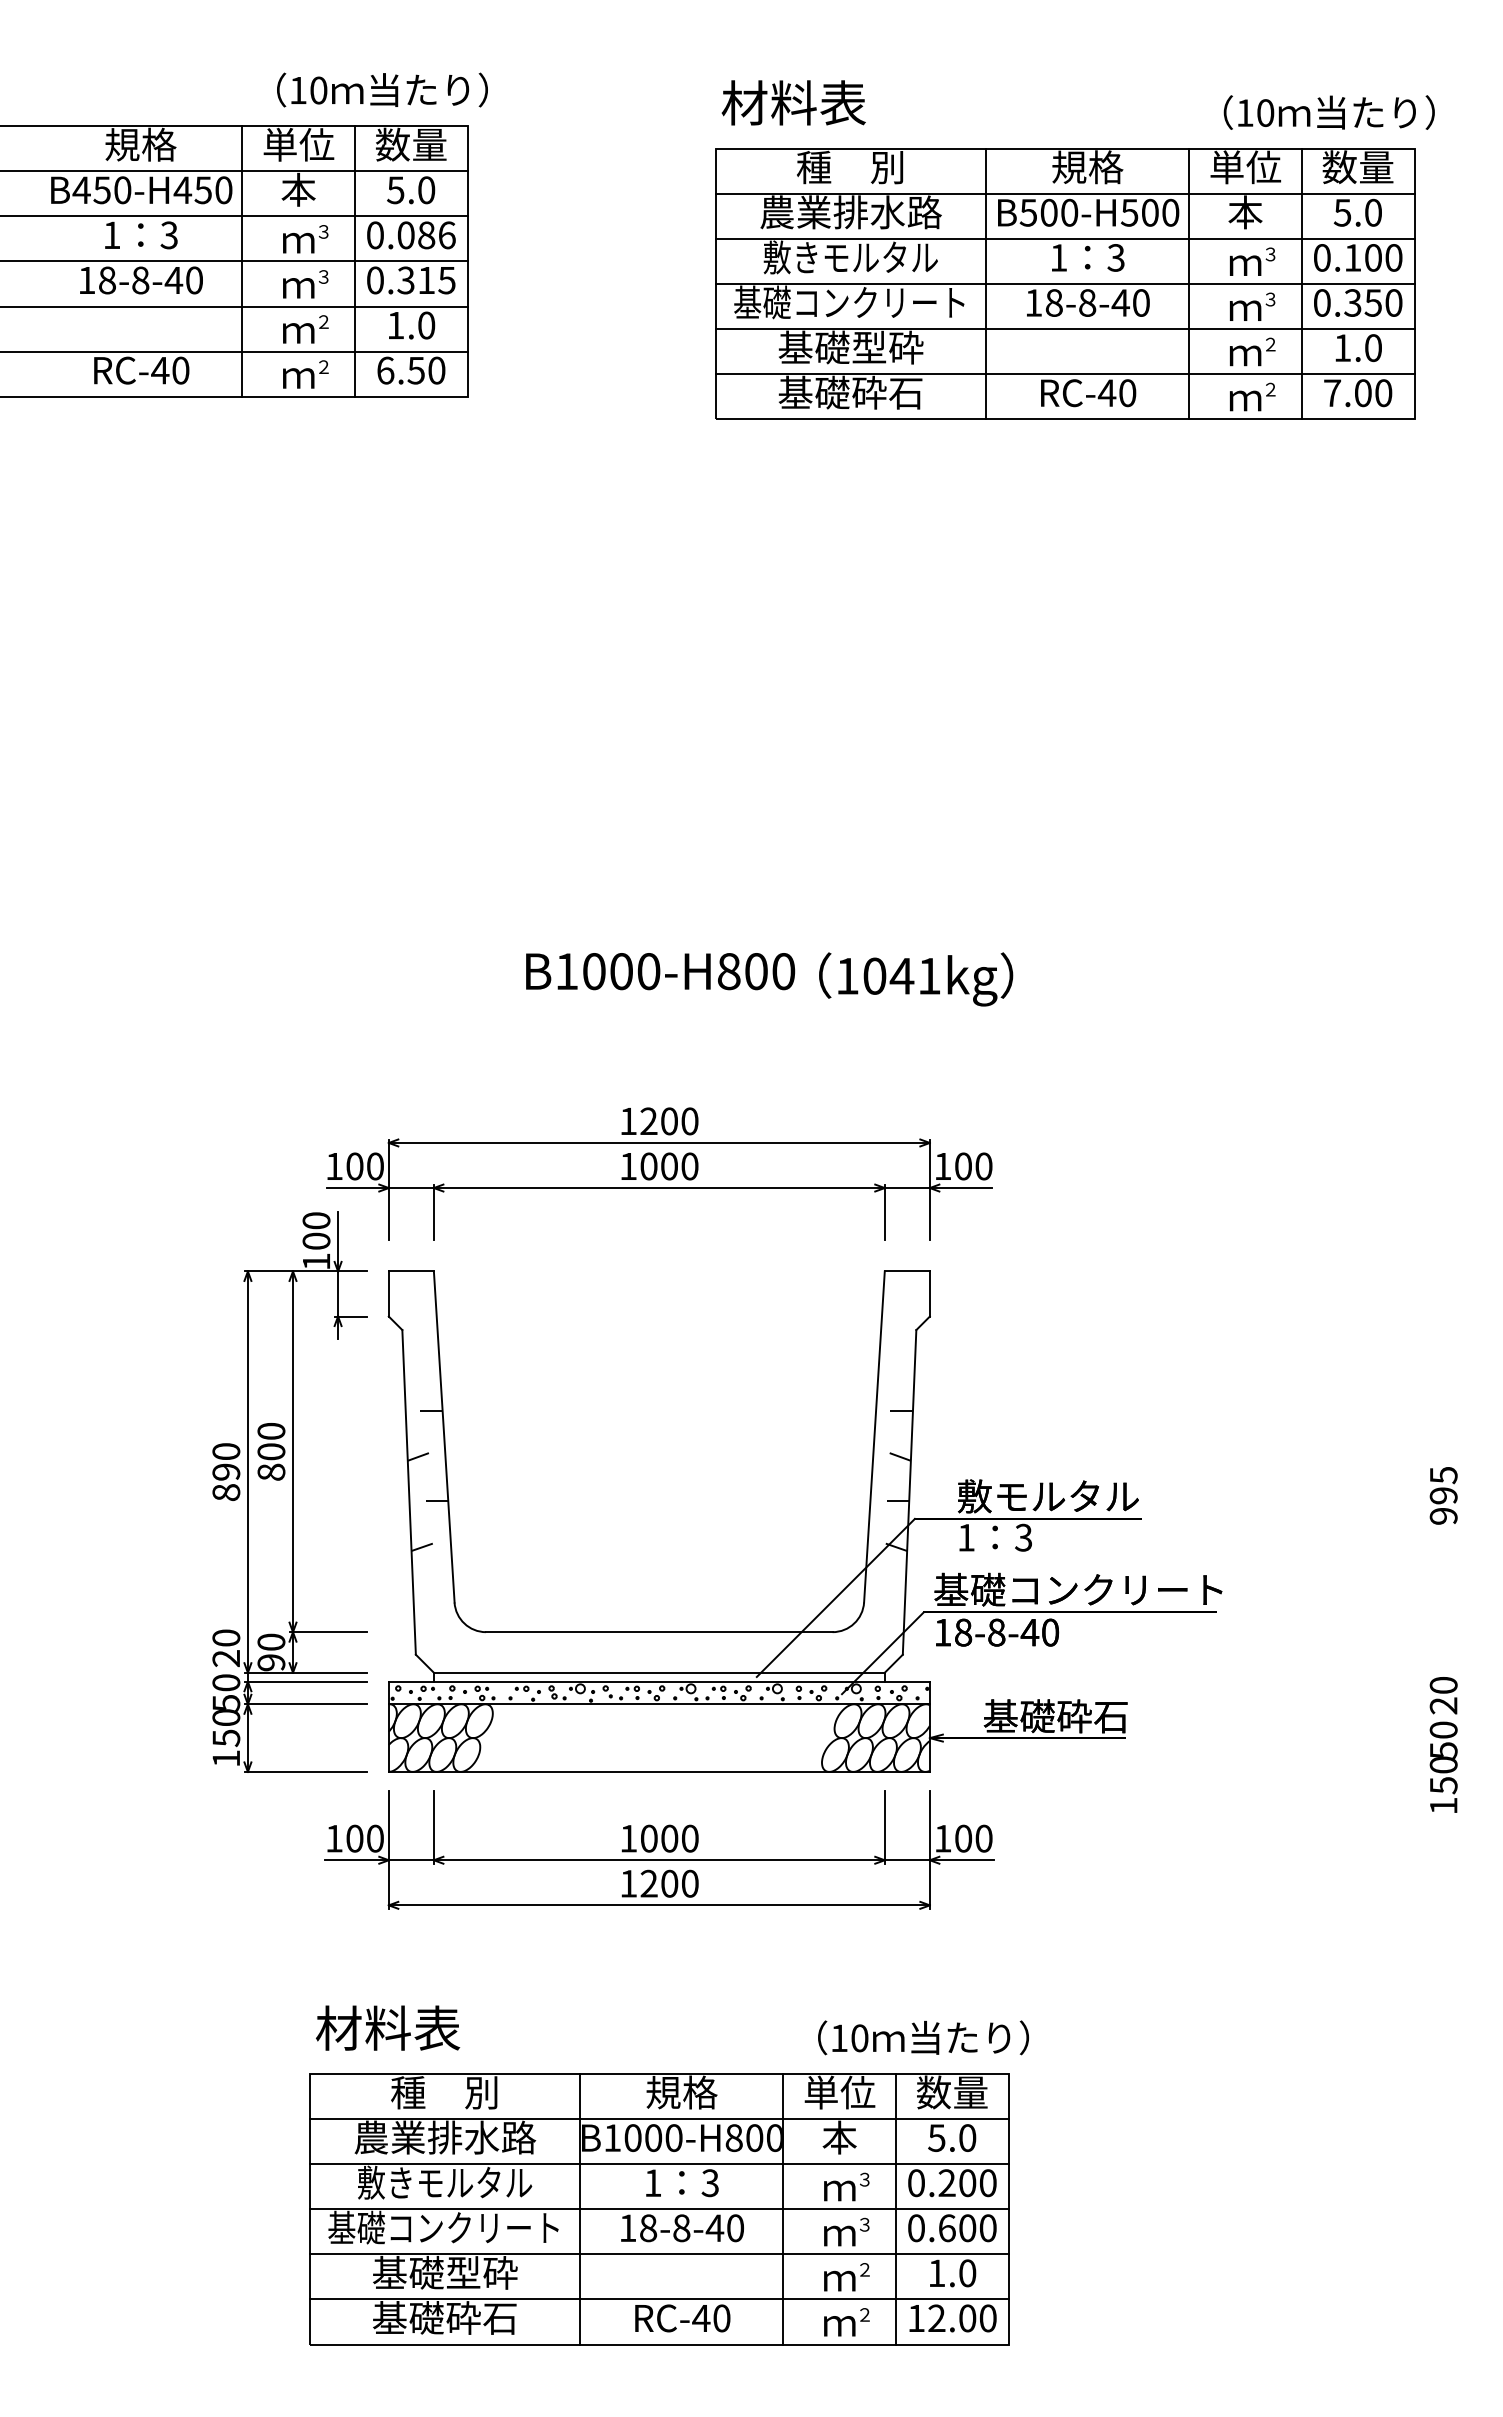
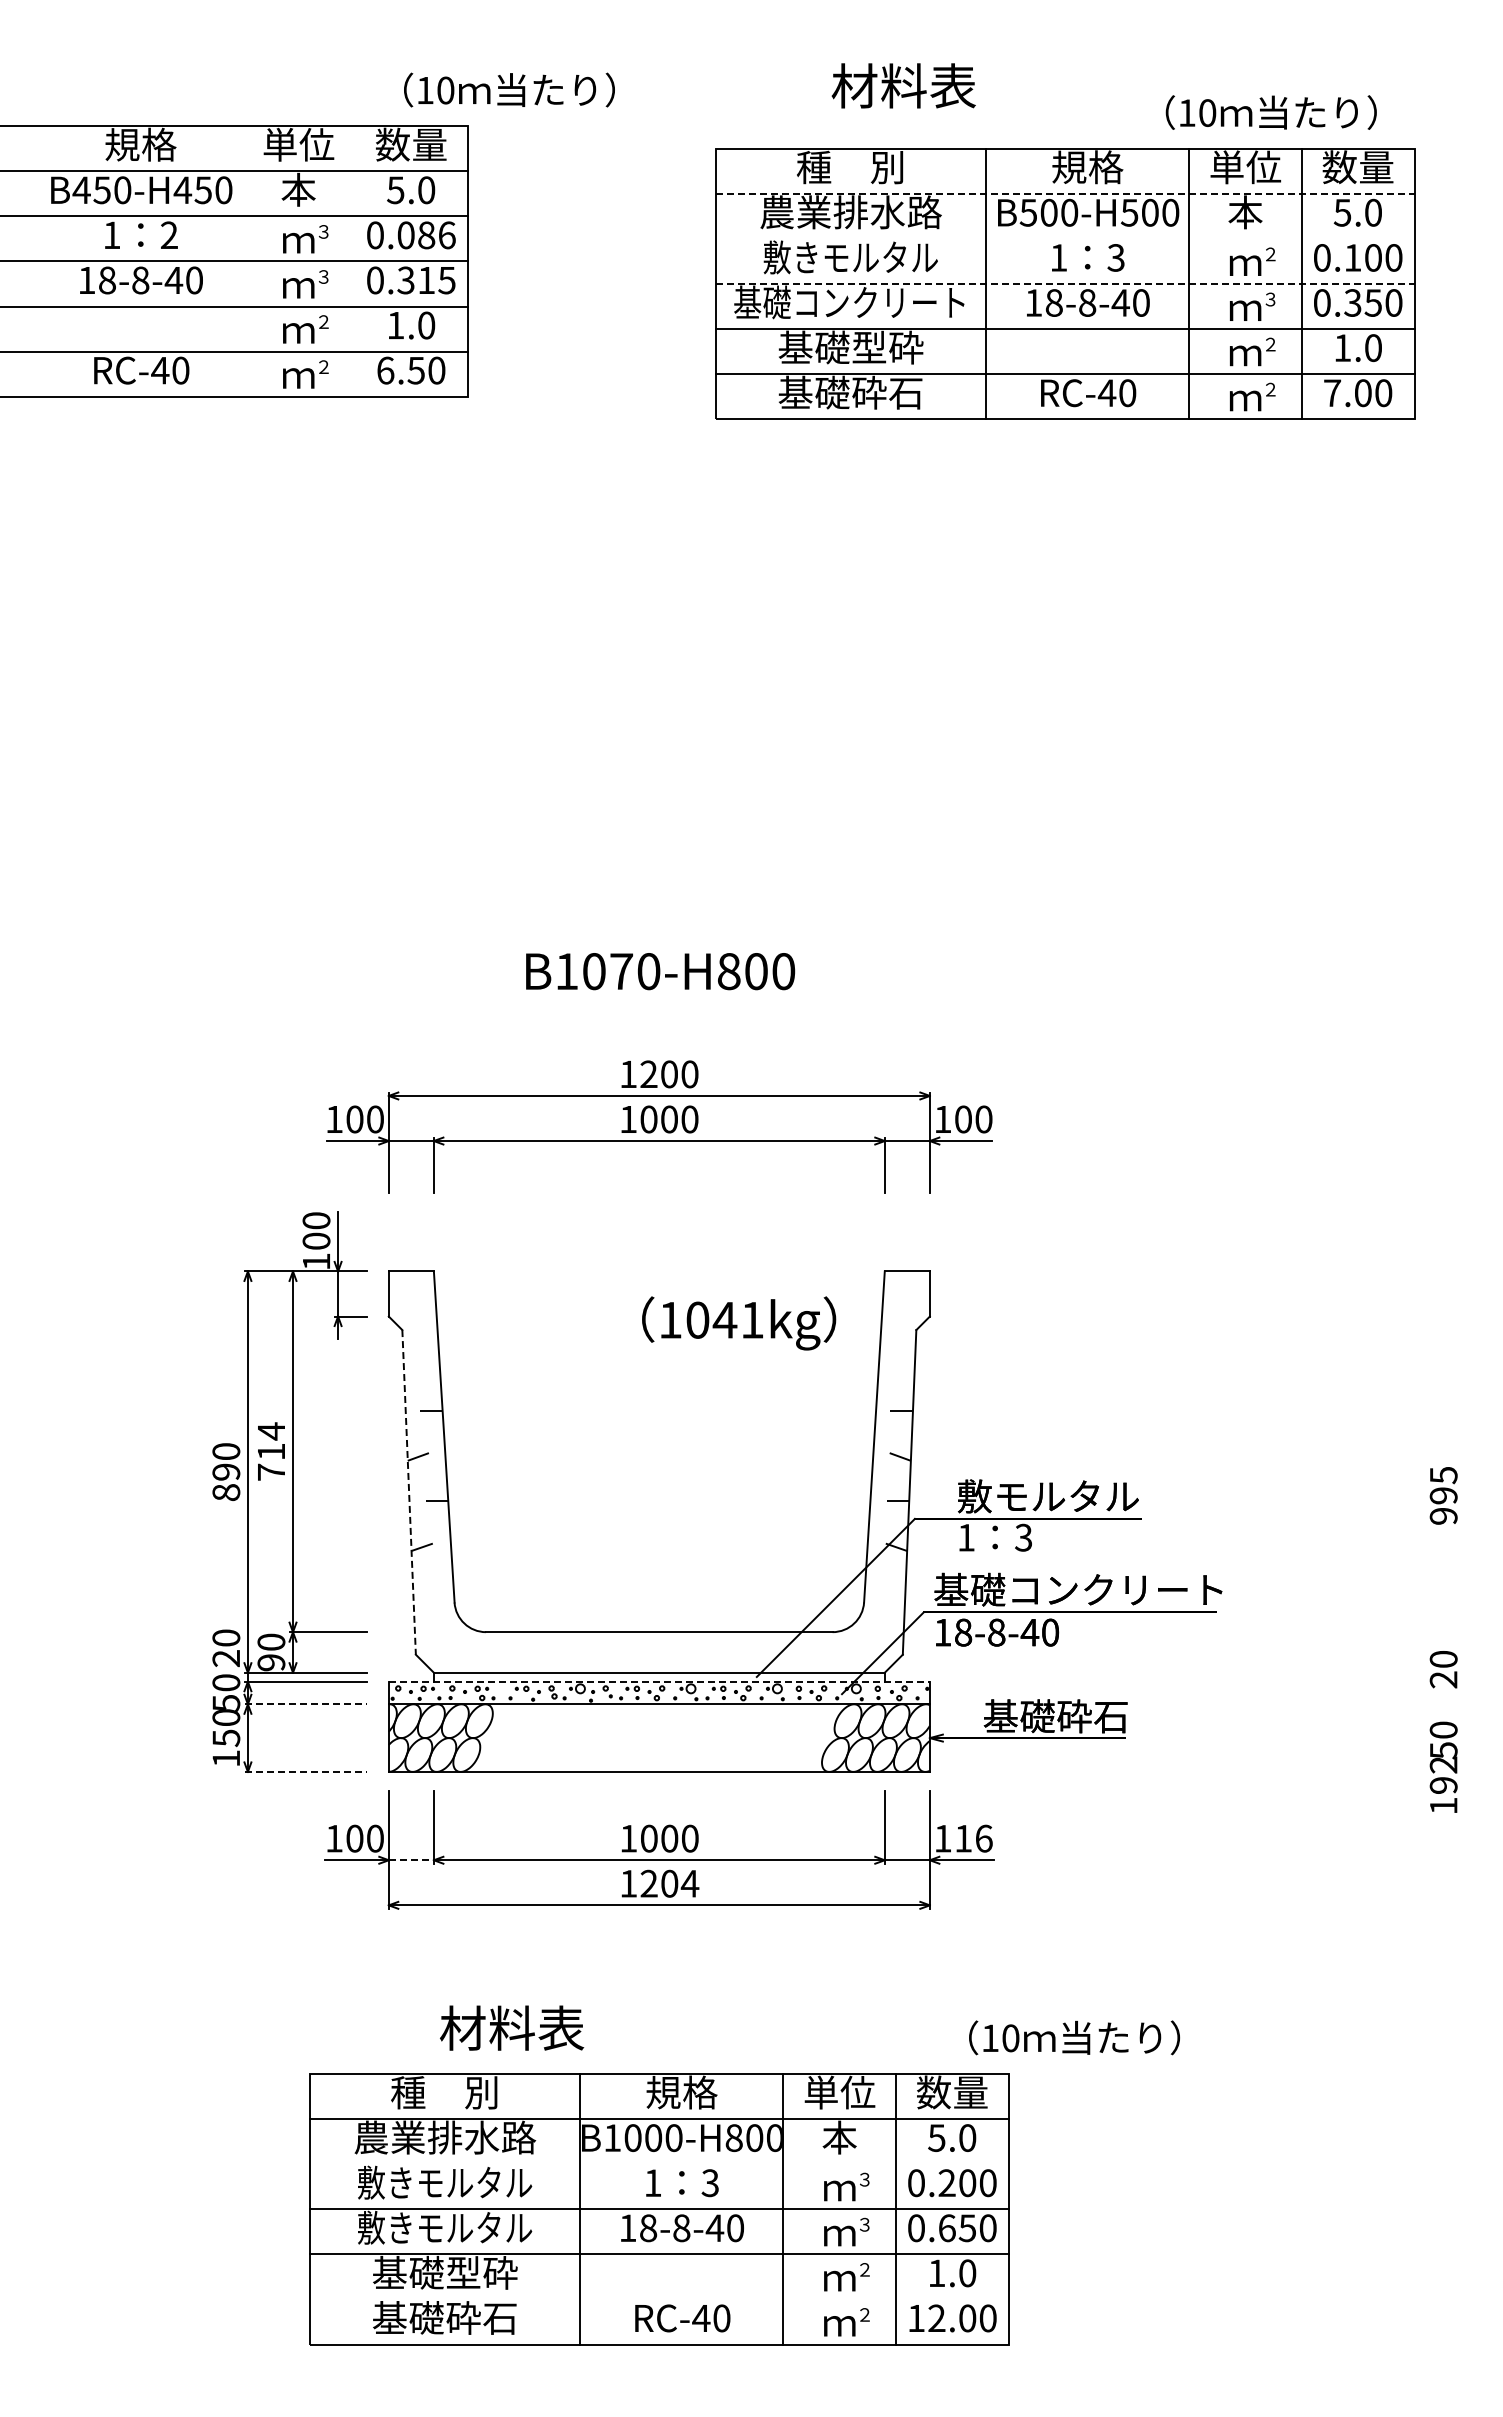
text at (382, 89) position: (382, 89) -> (509, 89)
text at (793, 102) position: (793, 102) -> (903, 85)
text at (1328, 112) position: (1328, 112) -> (1270, 112)
line at (1065, 193): solid -> dashed
text at (168, 235): 3 -> 2
line at (1064, 238): present -> none
text at (1270, 254): ３ -> ２
line at (242, 261): present -> none
line at (355, 261): present -> none
line at (1065, 284): solid -> dashed
text at (621, 971): B1000-H800 -> B1070-H800
text at (916, 979) position: (916, 979) -> (739, 1323)
part at (659, 1173) position: (659, 1173) -> (659, 1126)
text at (271, 1451): 800 -> 714
line at (409, 1492): solid -> dashed
line at (659, 1681): solid -> dashed
text at (1443, 1695) position: (1443, 1695) -> (1443, 1669)
line at (306, 1704): solid -> dashed
line at (306, 1771): solid -> dashed
text at (1443, 1775): 150 -> 192
text at (973, 1838): 100 -> 116
line at (411, 1860): solid -> dashed
text at (689, 1883): 1200 -> 1204
text at (388, 2027) position: (388, 2027) -> (512, 2027)
text at (923, 2037) position: (923, 2037) -> (1074, 2037)
line at (658, 2164): present -> none
text at (443, 2227): 基礎コンクリート -> 敷きモルタル
text at (967, 2228): 0.600 -> 0.650
line at (658, 2299): present -> none
